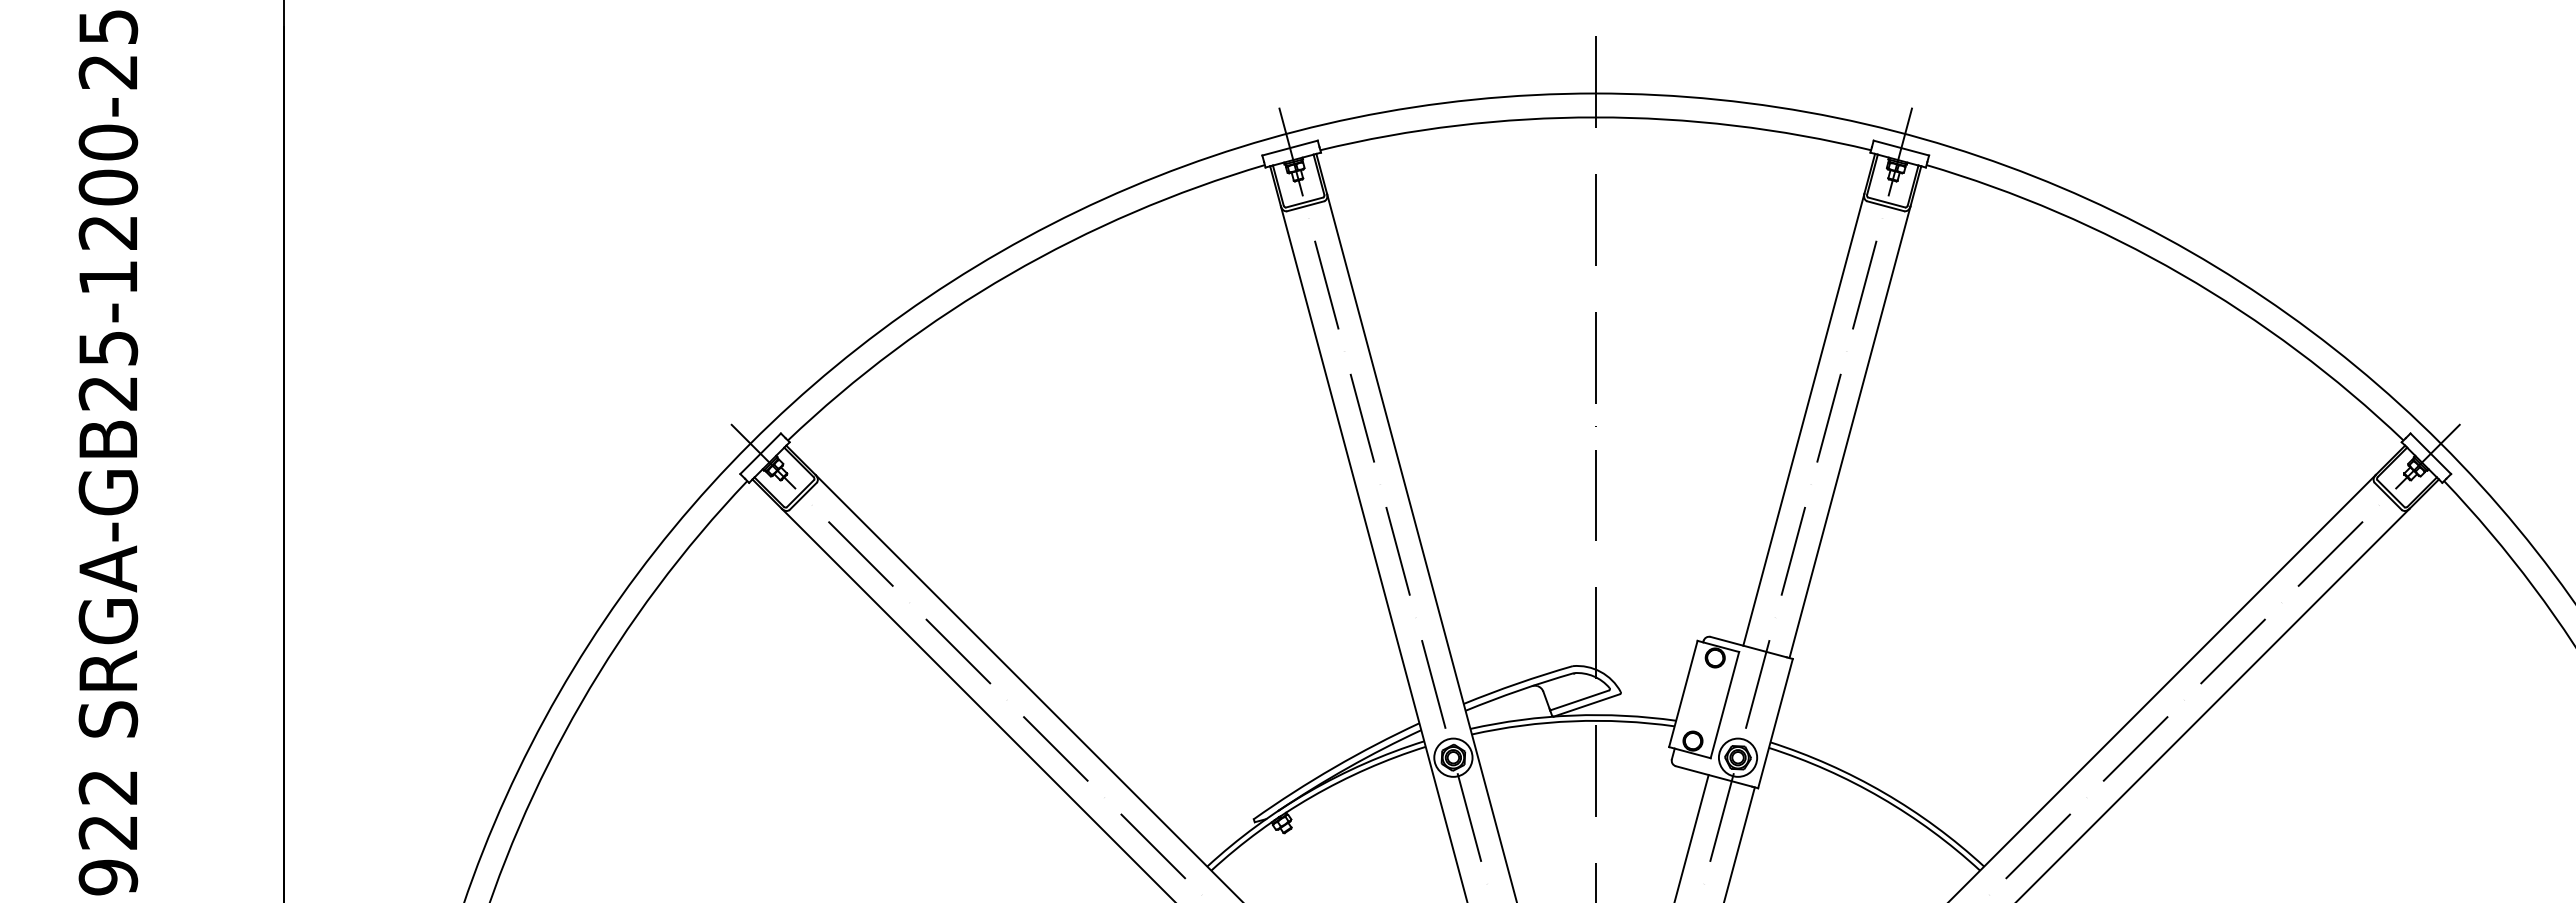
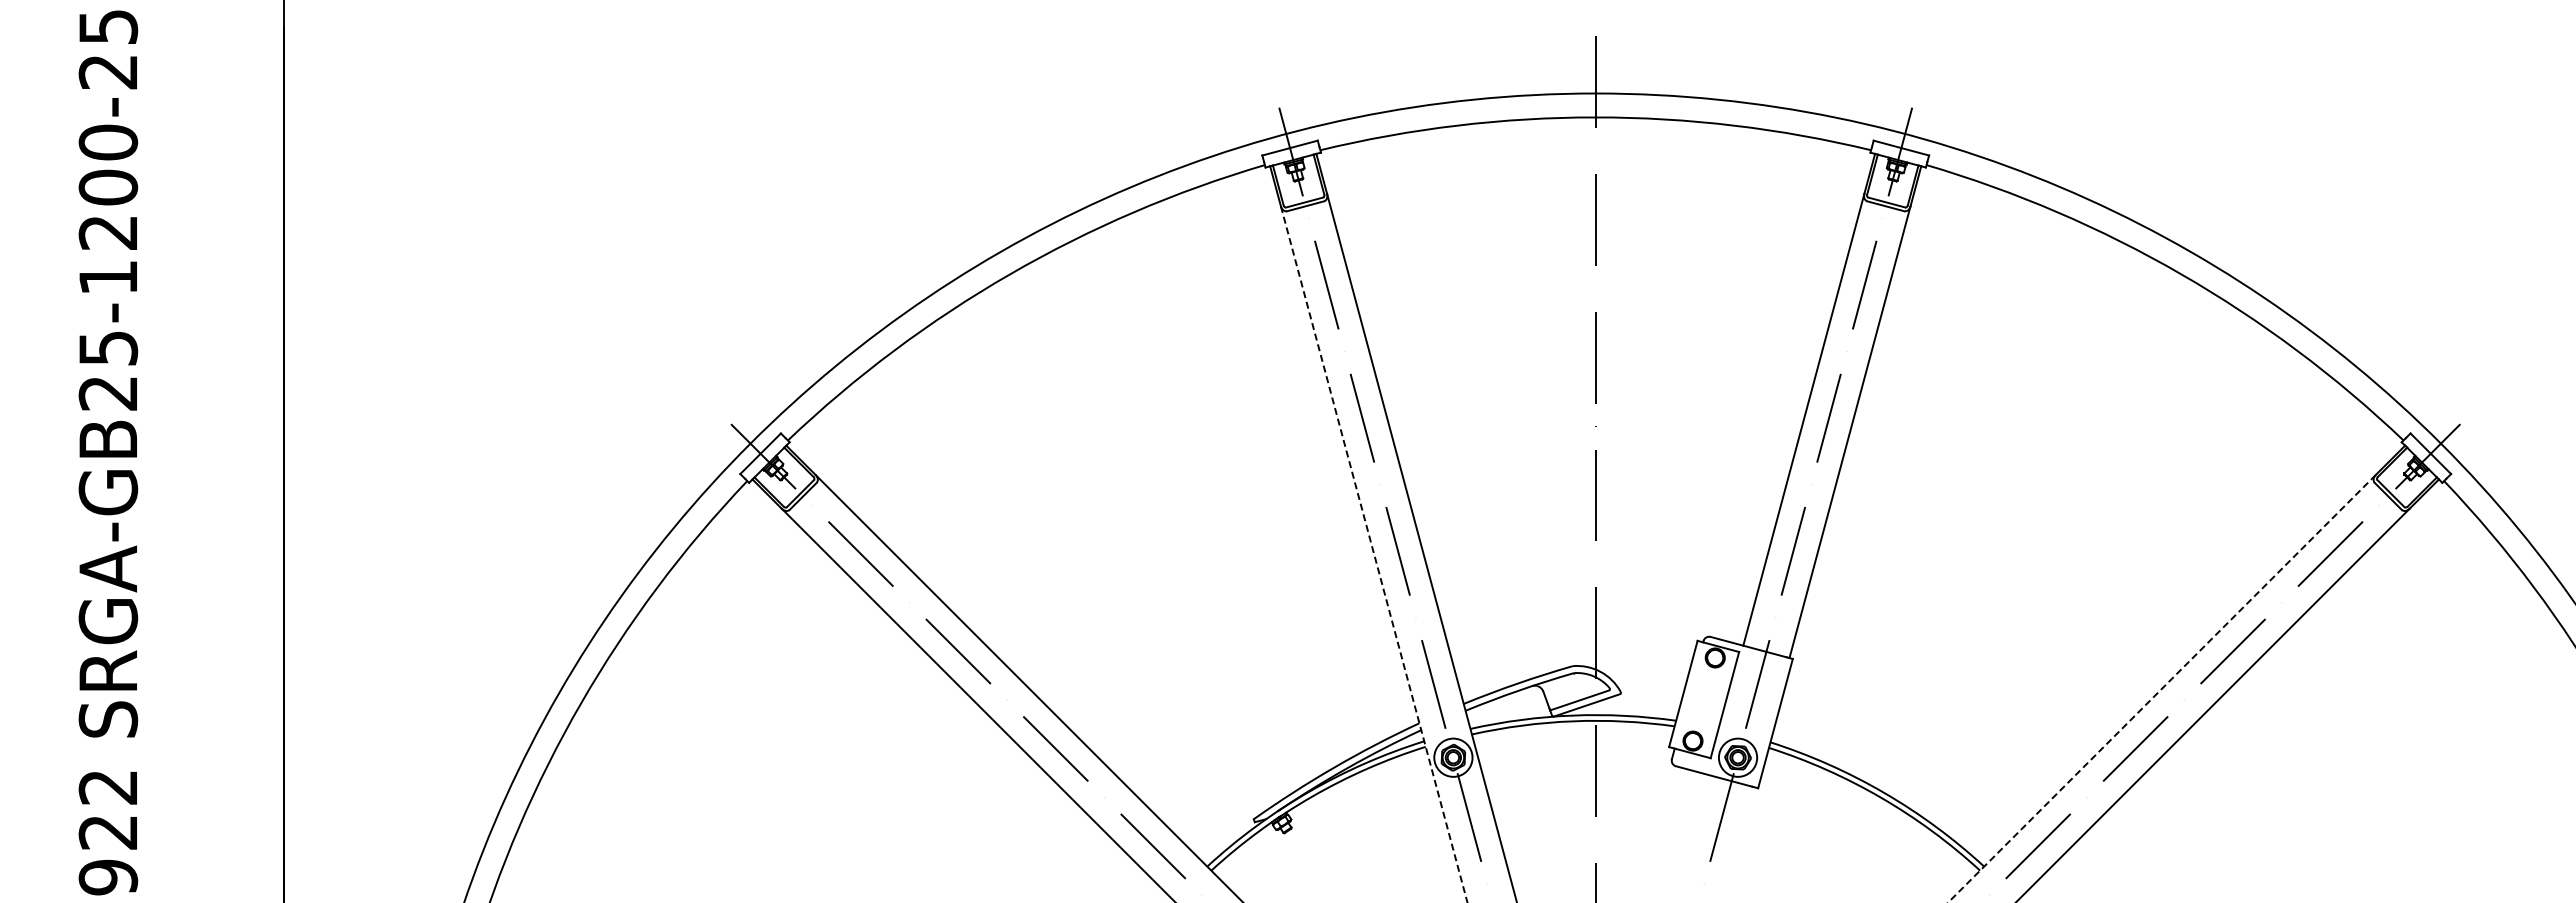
line at (1374, 554): solid -> dashed
line at (2161, 688): solid -> dashed
line at (1691, 837): present -> none
line at (1739, 843): present -> none
